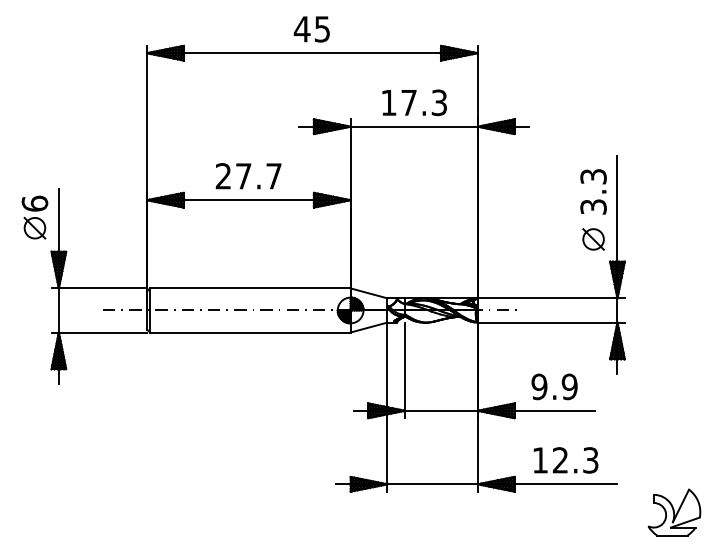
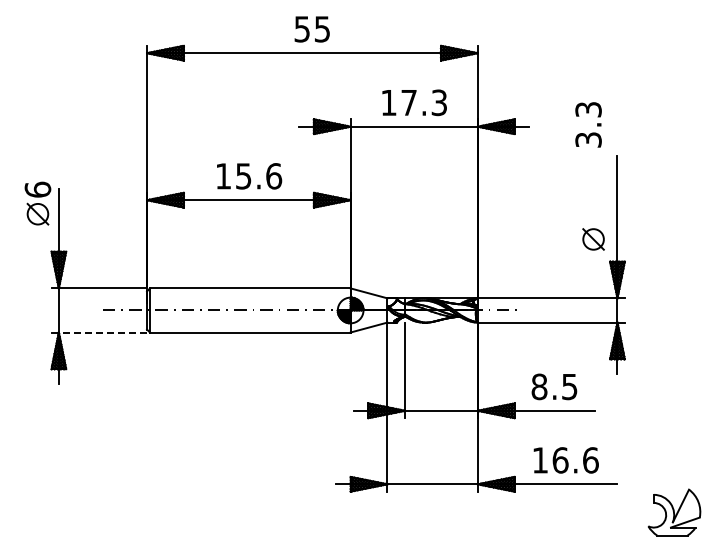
text at (301, 29): 45 -> 55
text at (248, 176): 27.7 -> 15.6
text at (593, 191) position: (593, 191) -> (588, 124)
part at (34, 217) position: (34, 217) -> (37, 203)
line at (102, 332): solid -> dashed
text at (554, 386): 9.9 -> 8.5
text at (575, 460): 12.3 -> 16.6
